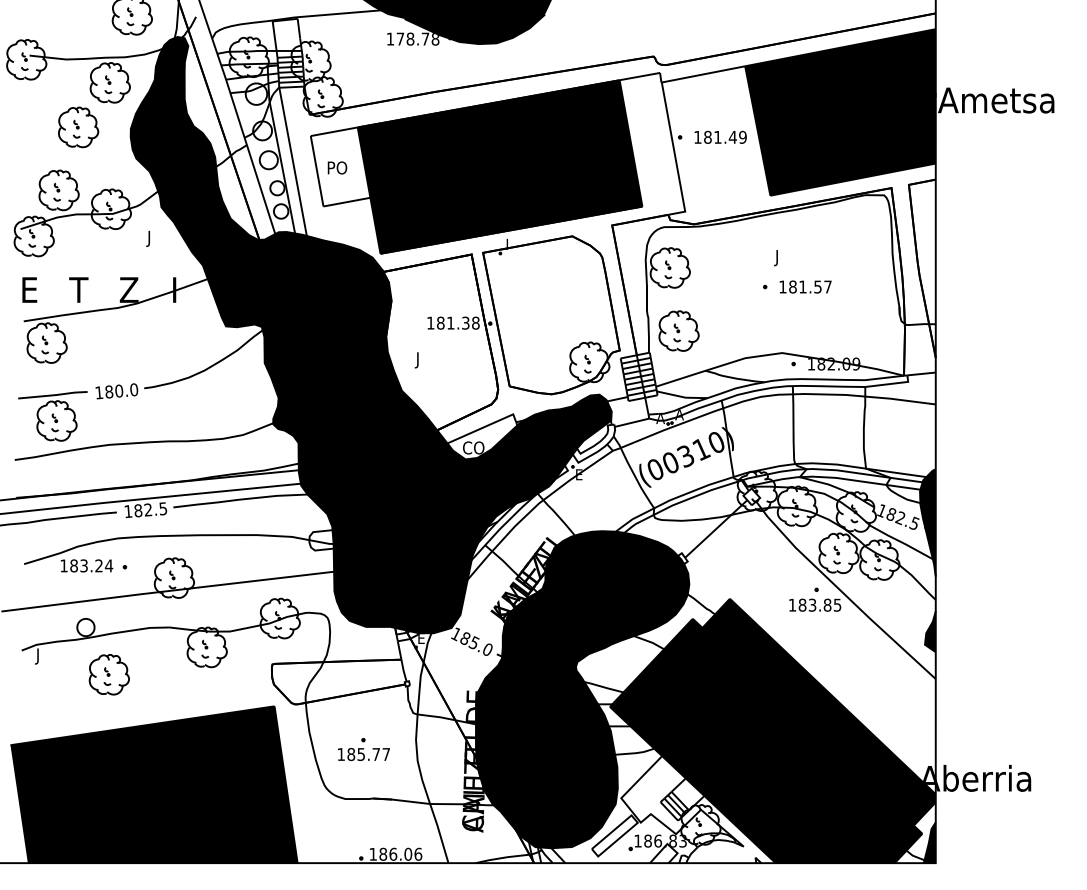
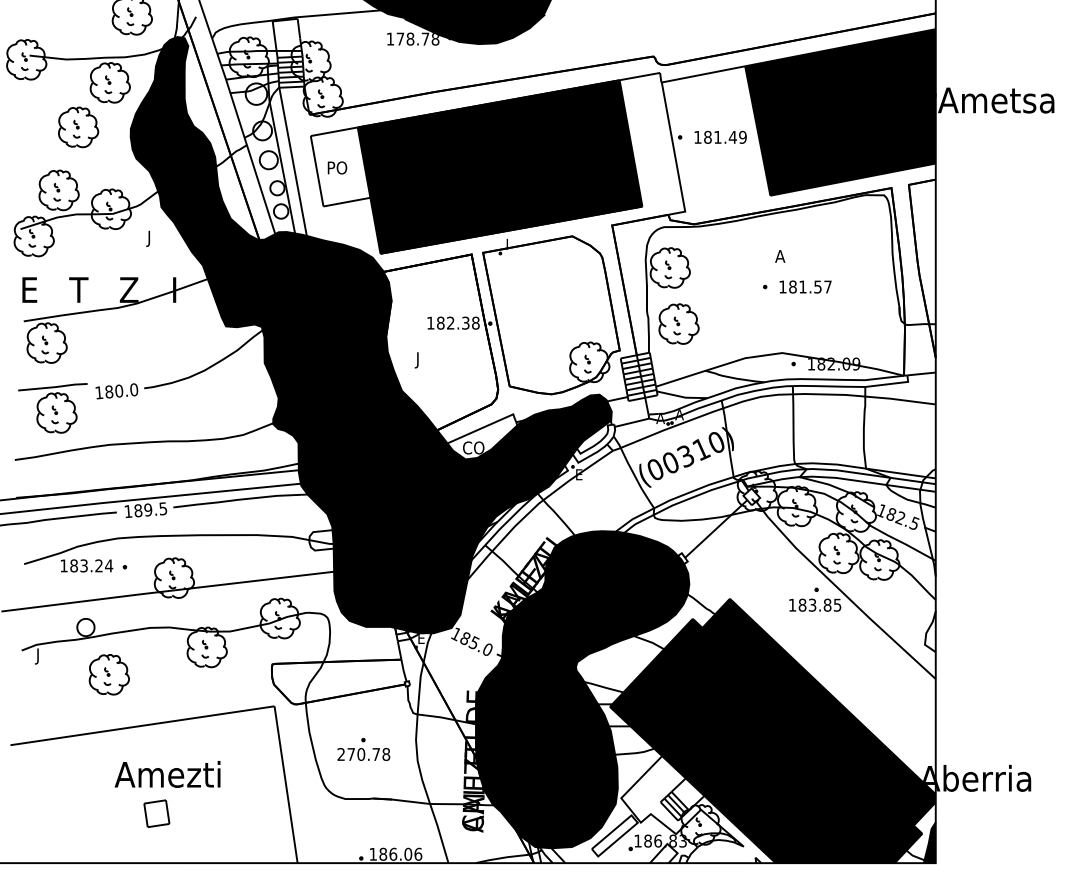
text at (779, 258): J -> A
text at (450, 322): 181.38 -> 182.38
part at (678, 330) position: (678, 330) -> (678, 323)
part at (52, 416) position: (52, 416) -> (52, 408)
text at (148, 509): 182.5 -> 189.5
fill at (927, 522): present -> none
fill at (929, 631): present -> none
text at (363, 754): 185.77 -> 270.78
fill at (153, 784): present -> none
